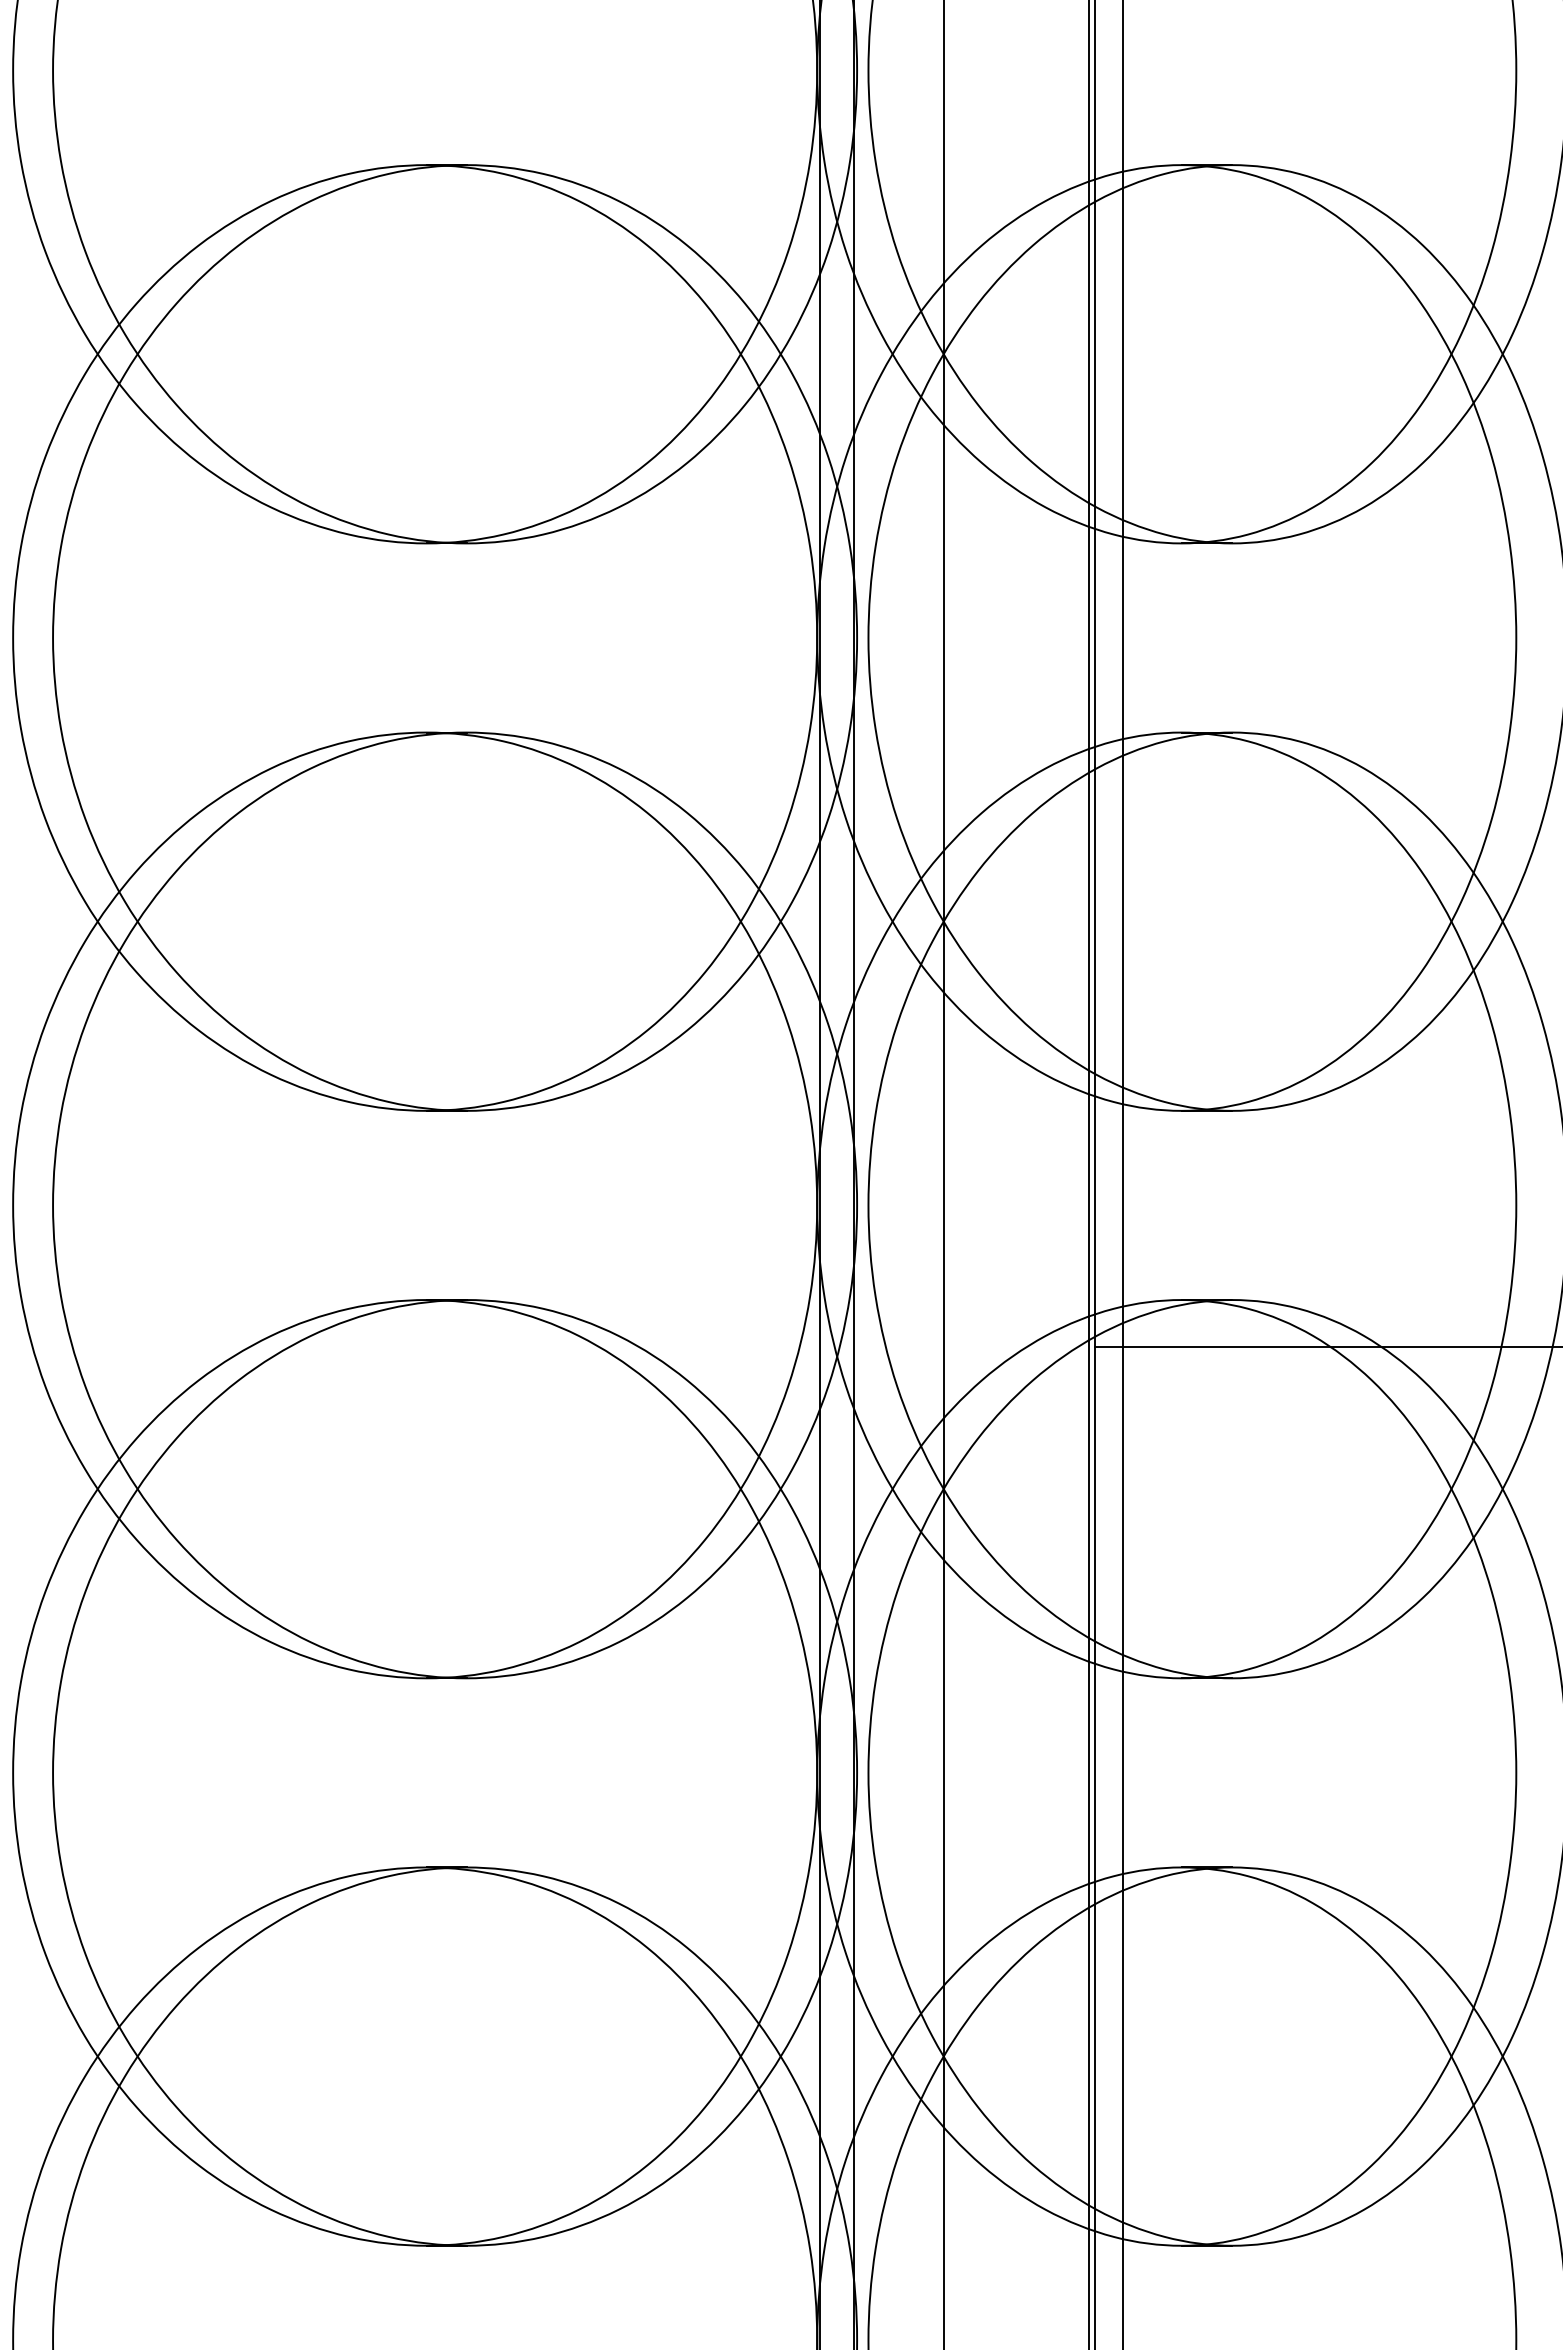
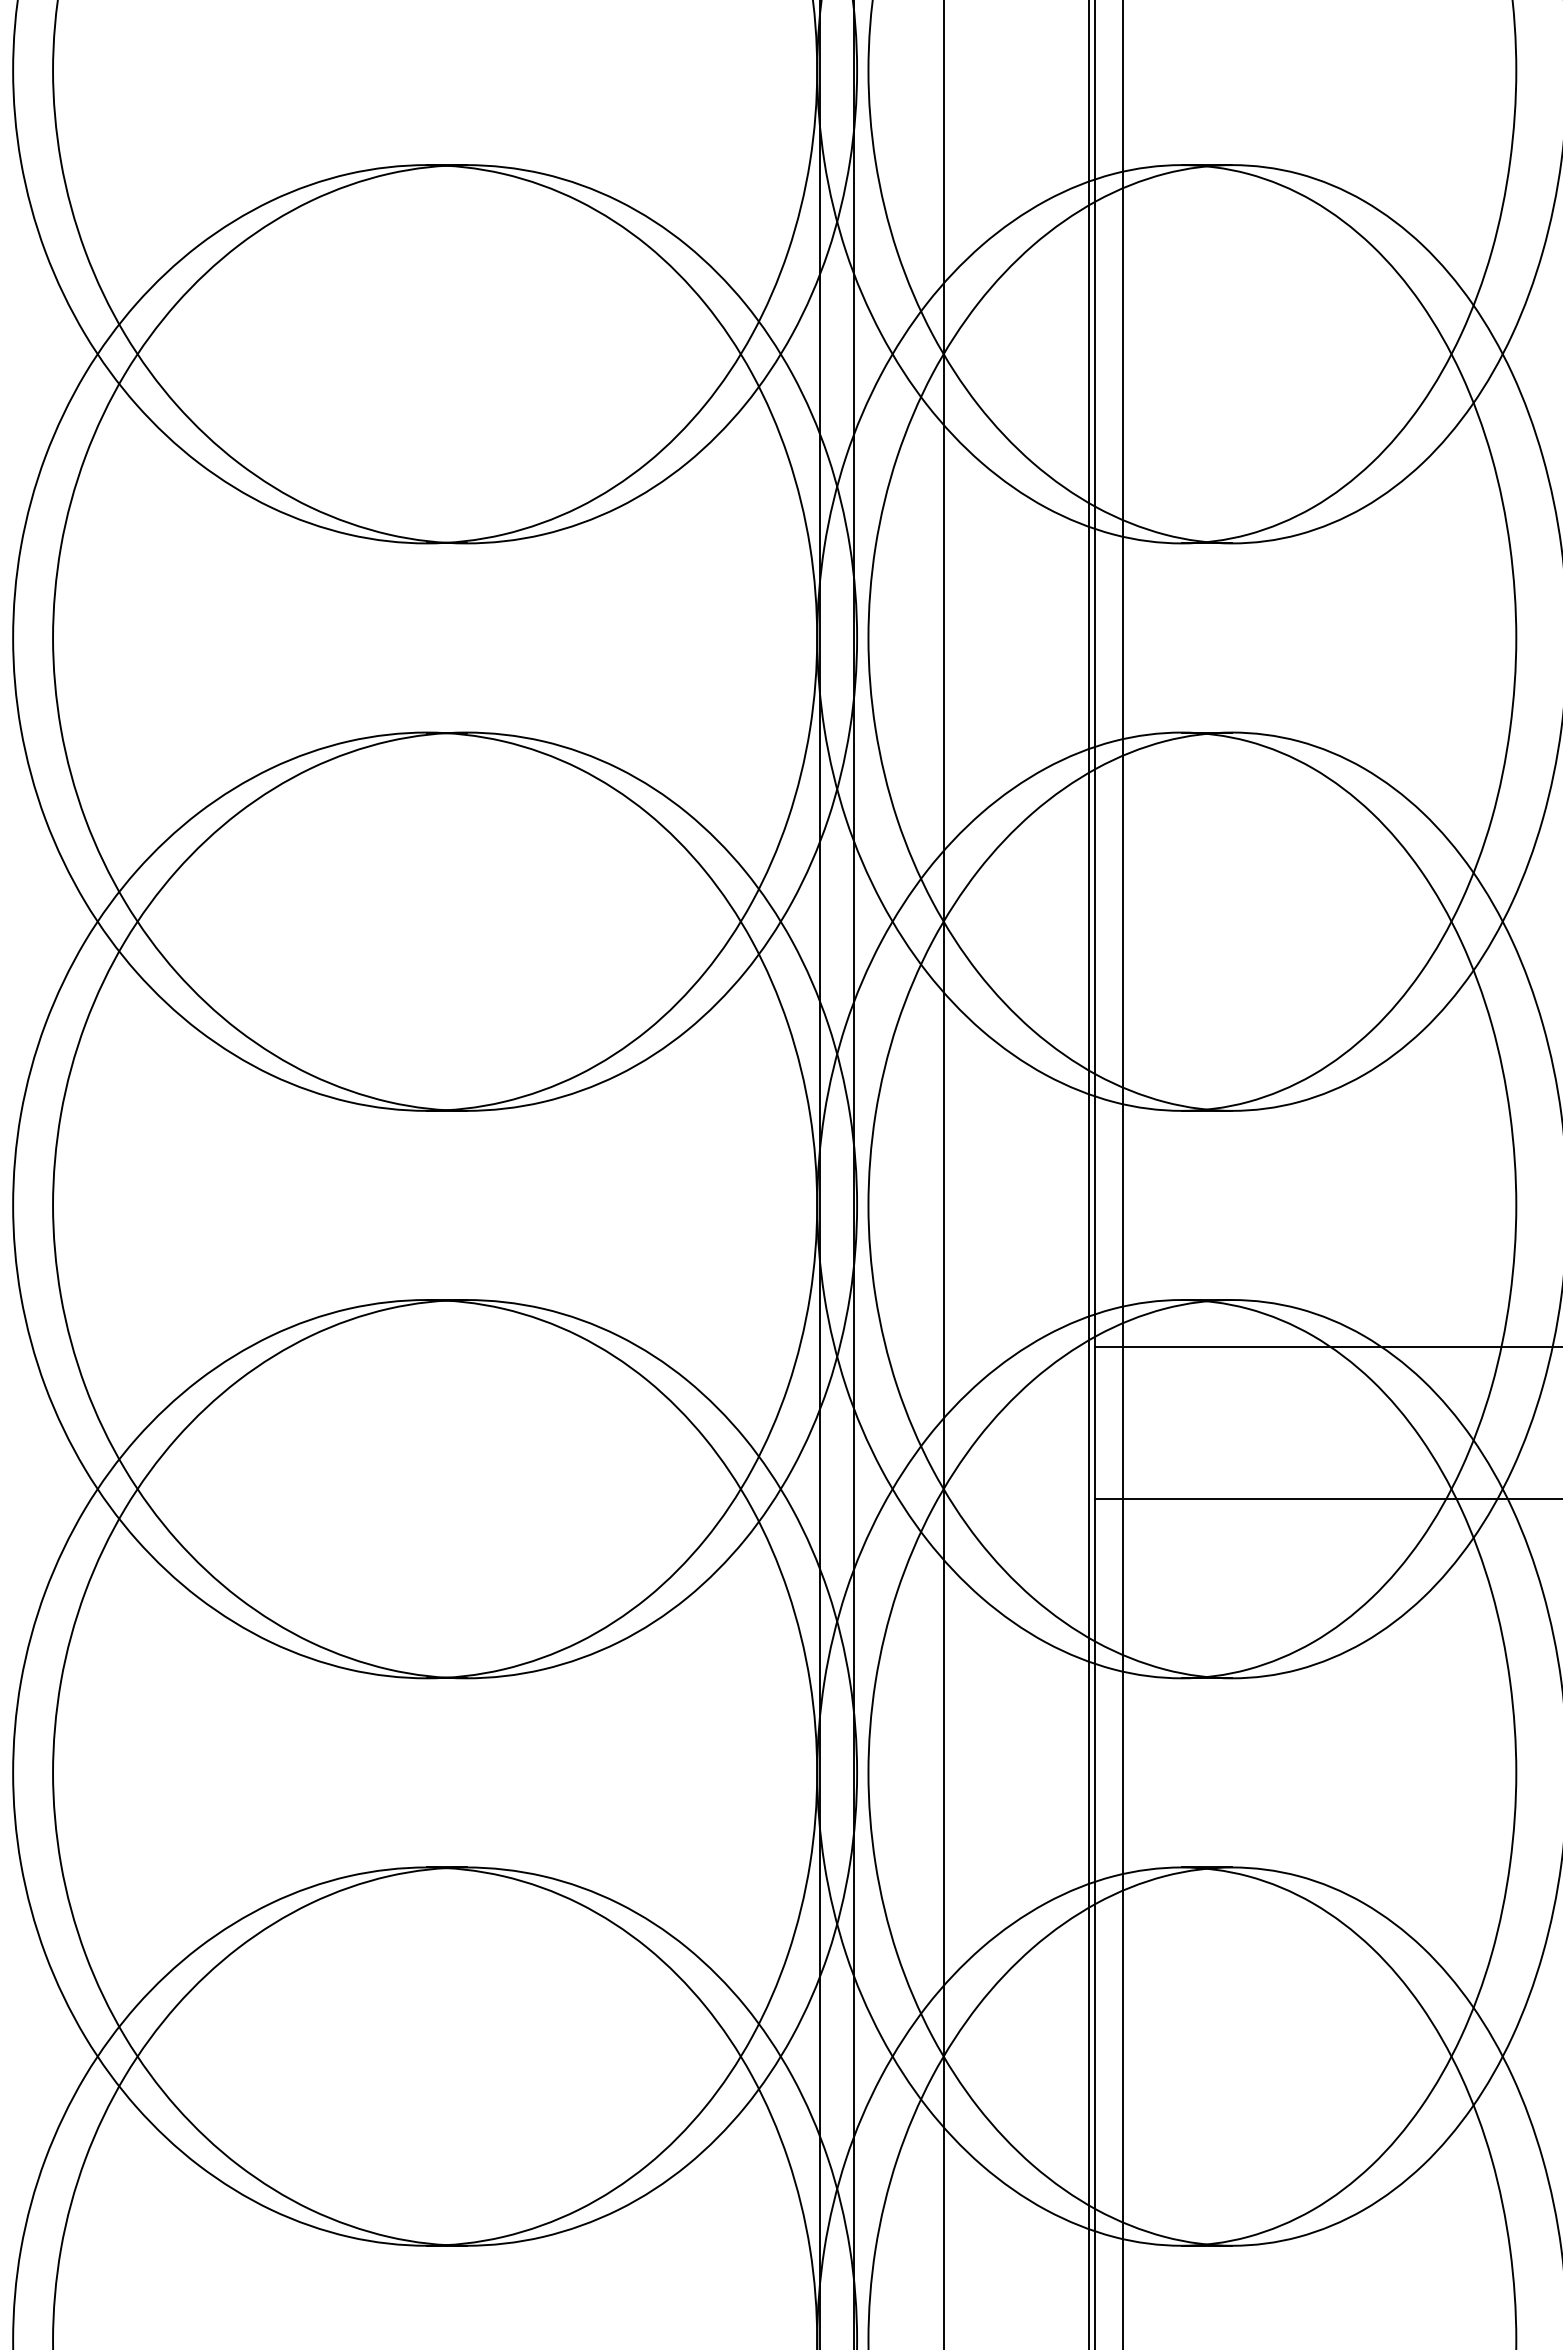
line at (1327, 1498): none -> present
